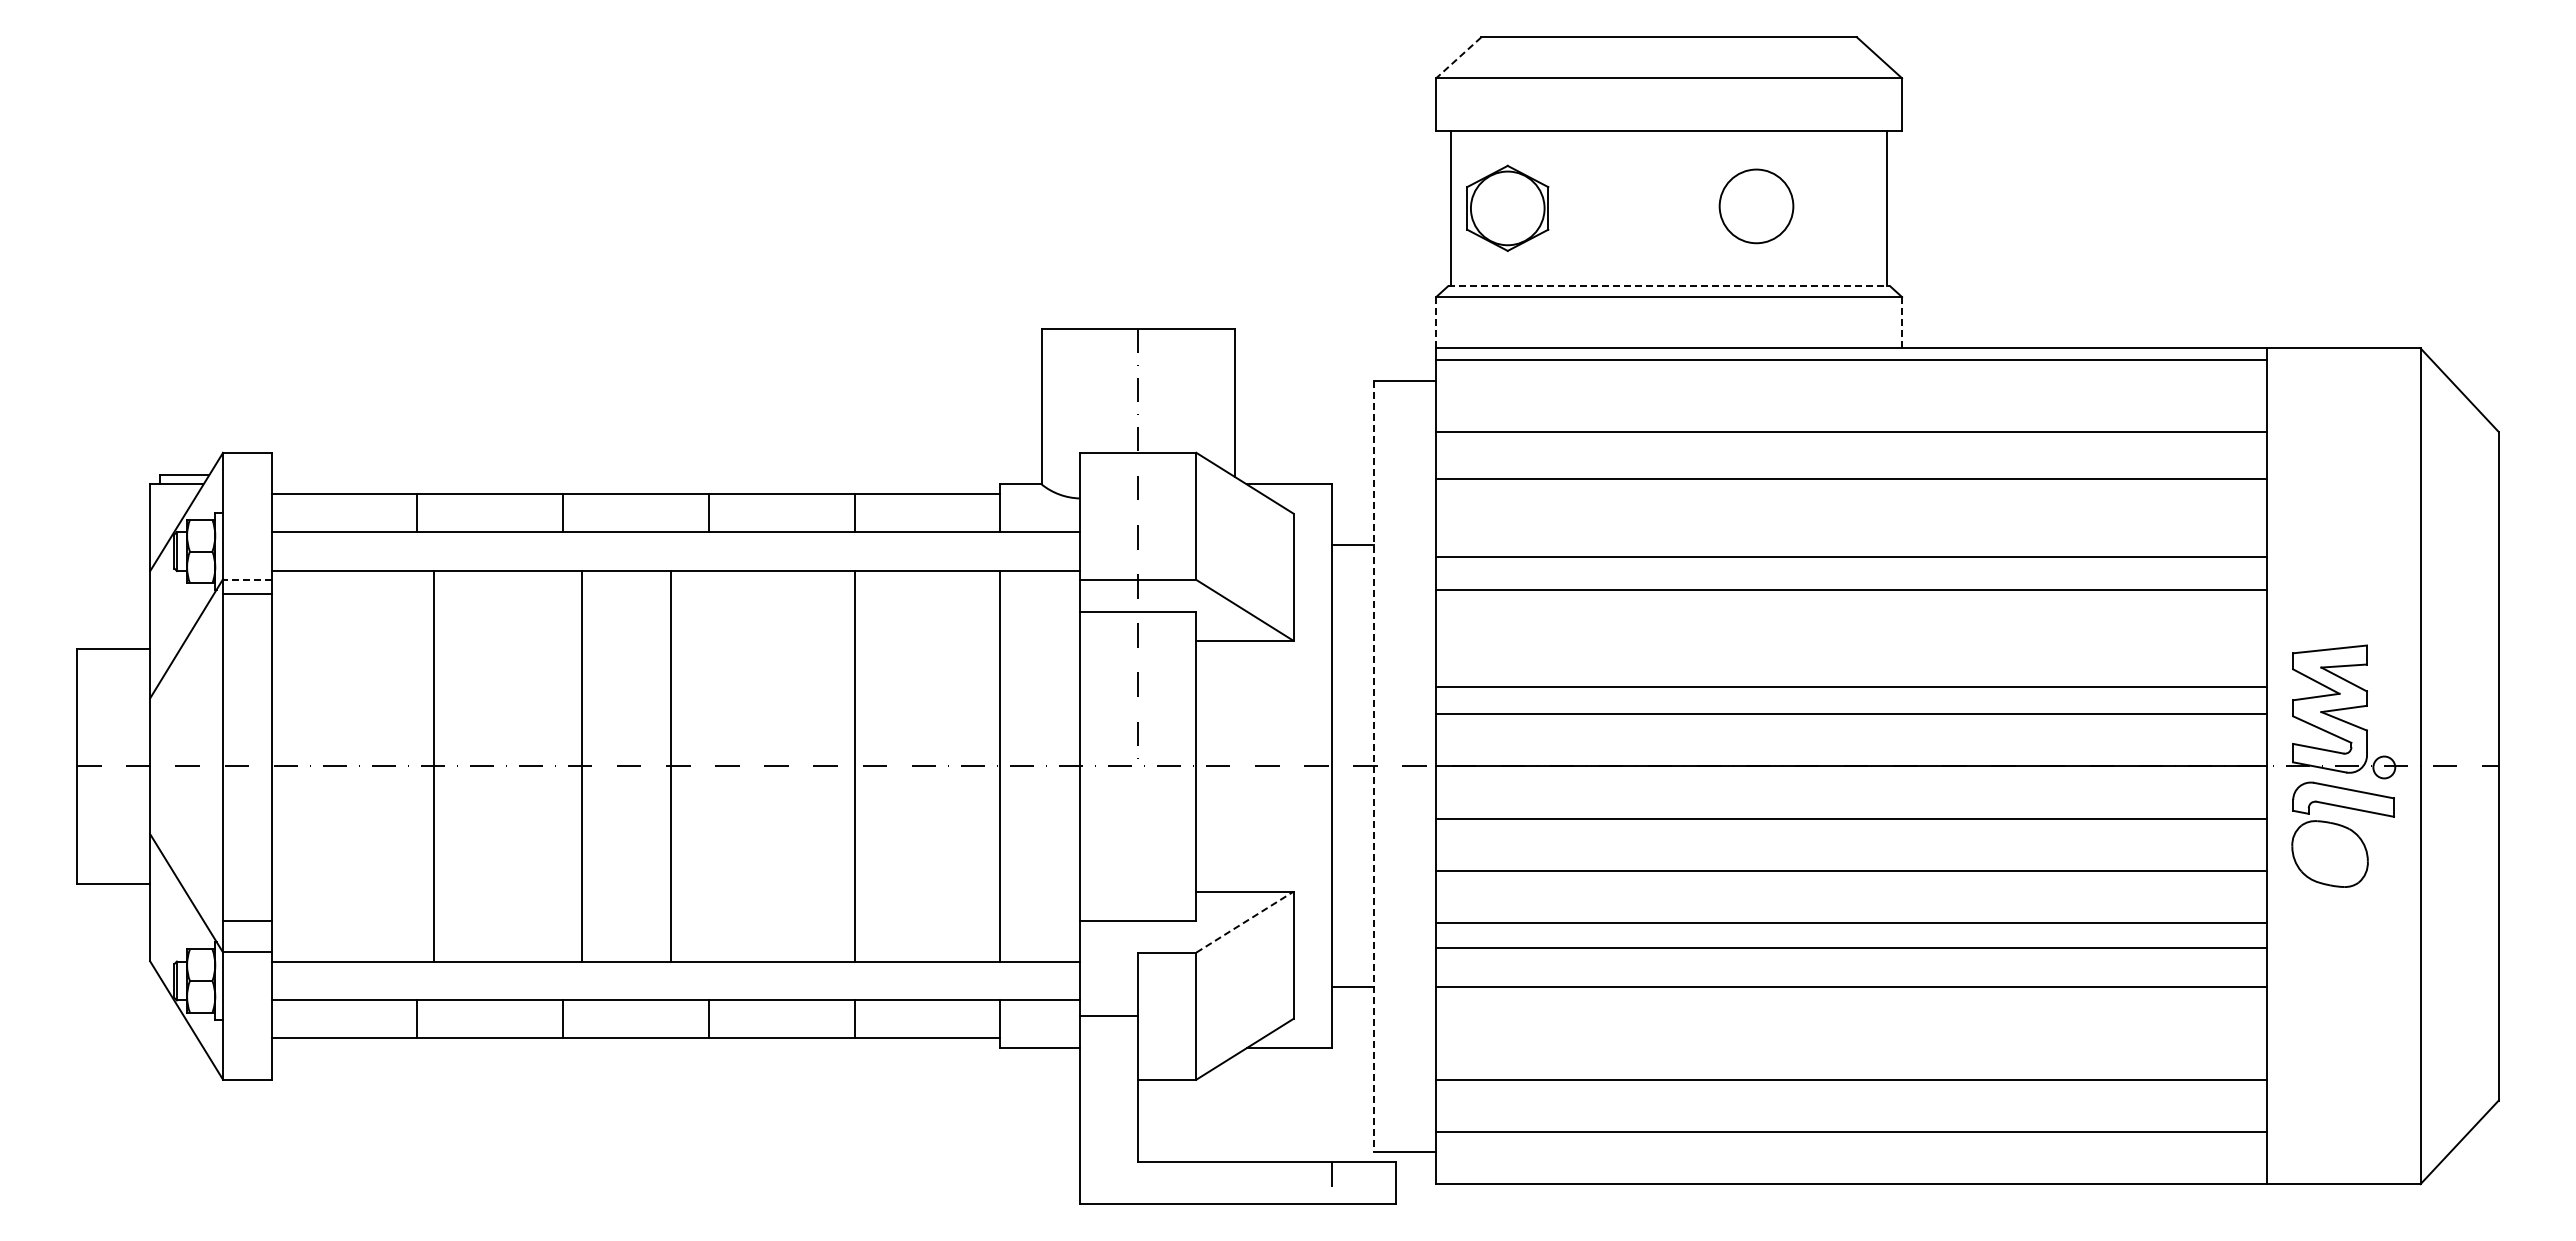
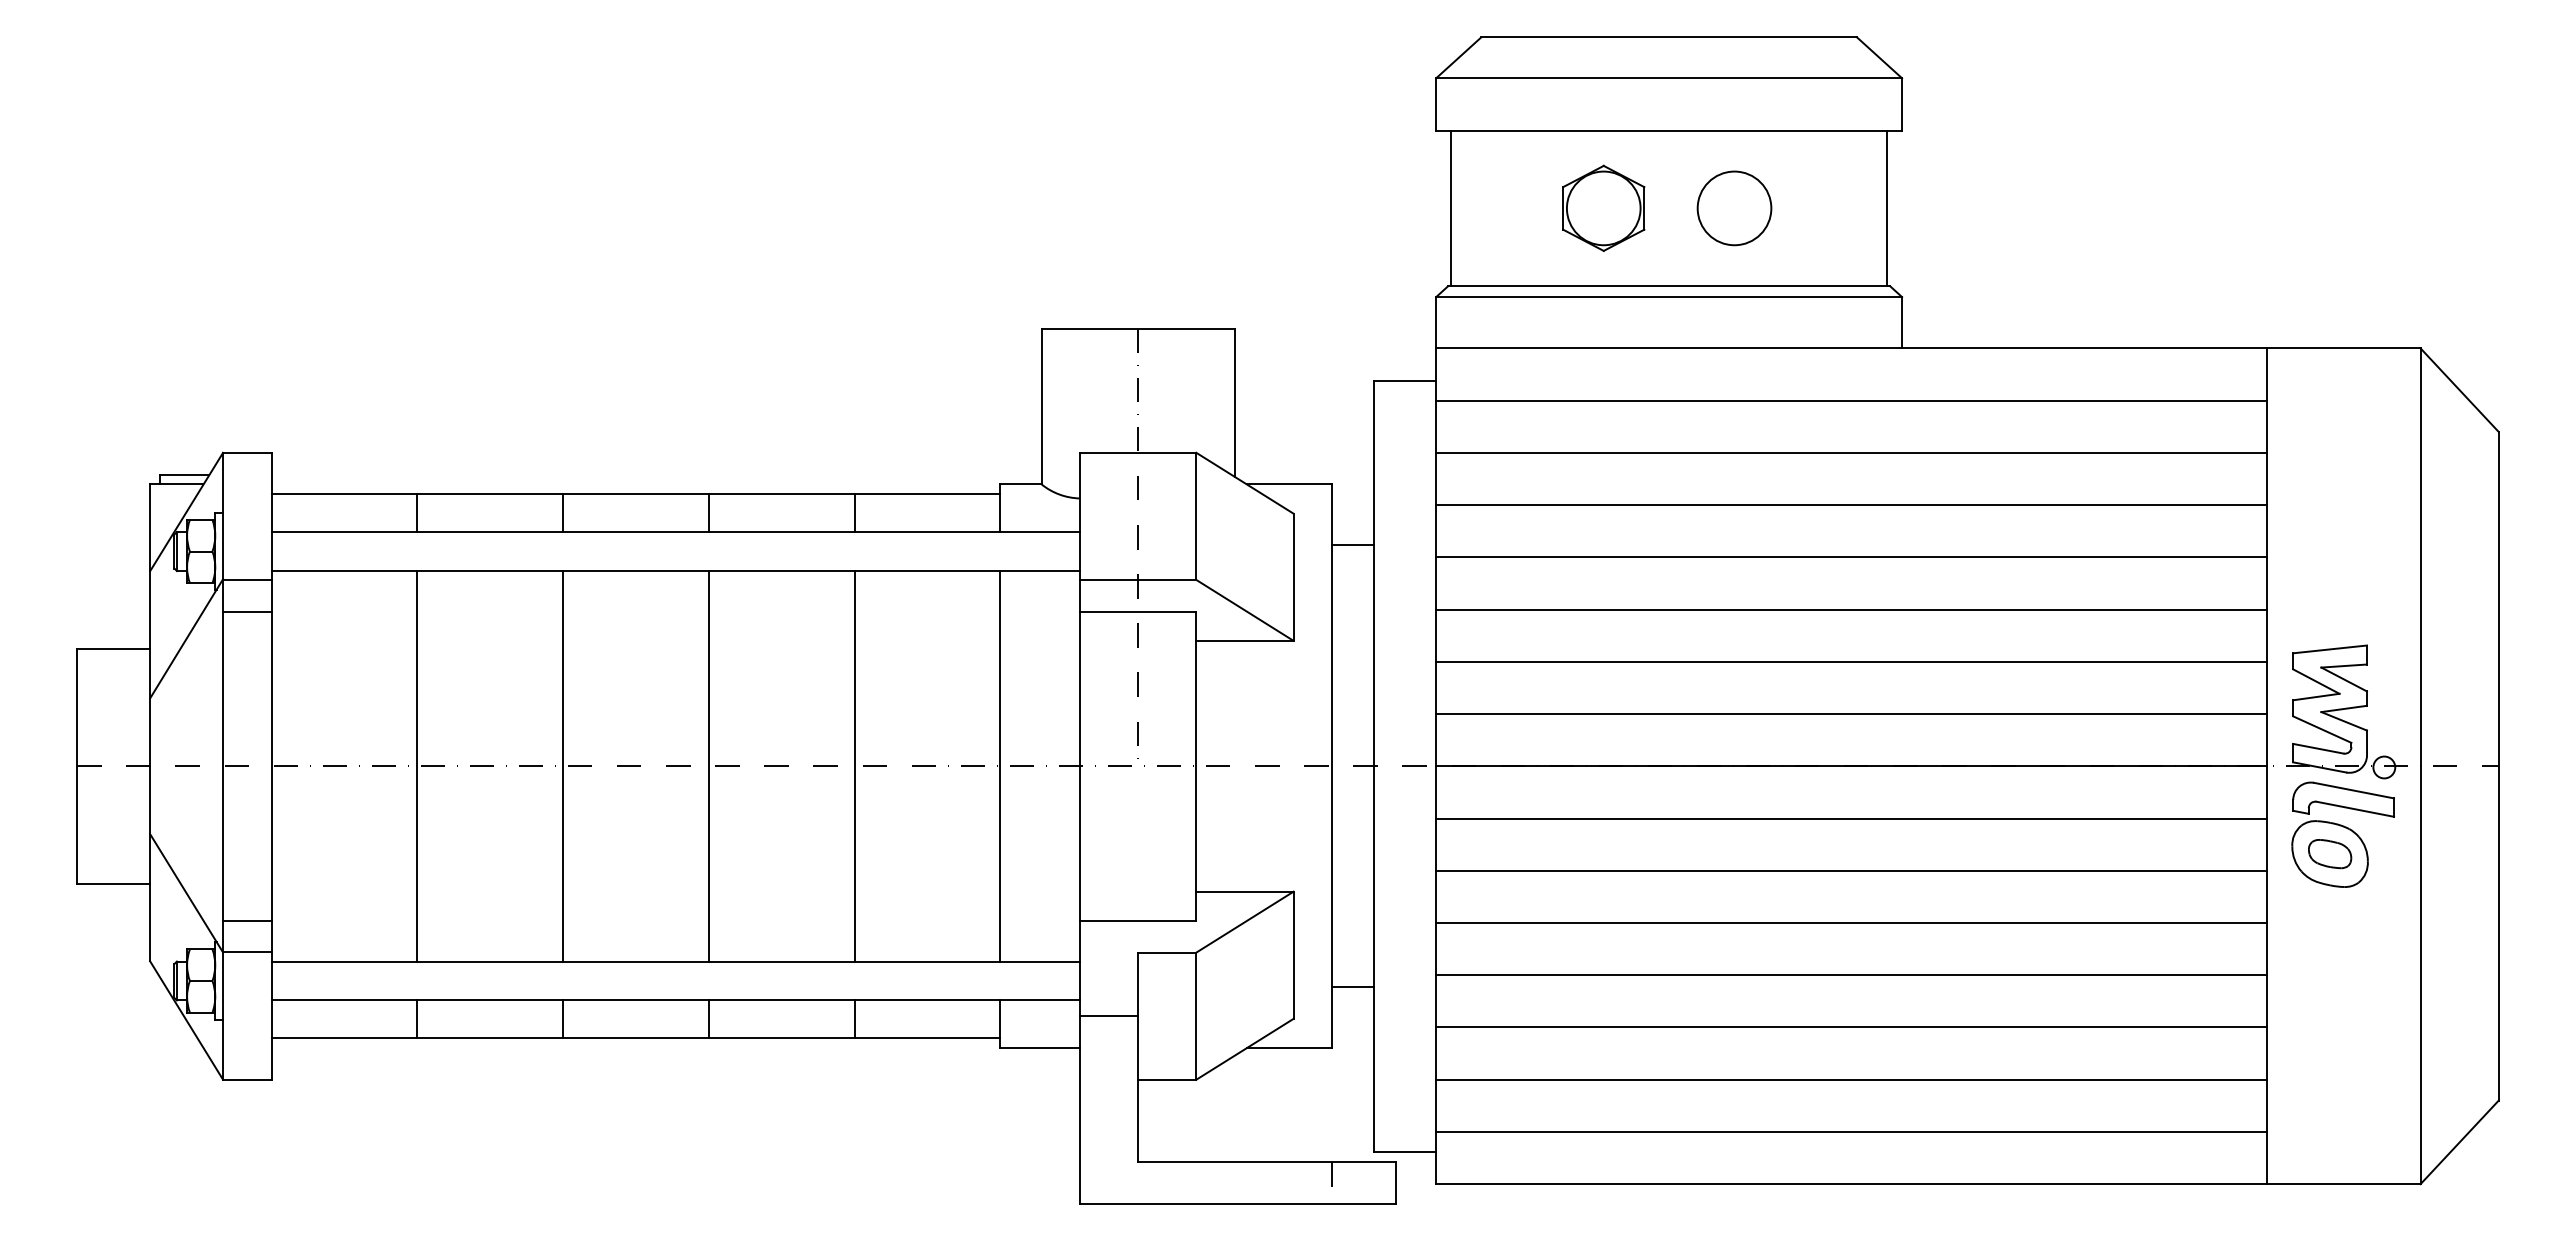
line at (1458, 58): dashed -> solid
circle at (1756, 206) position: (1756, 206) -> (1734, 208)
part at (1507, 207) position: (1507, 207) -> (1603, 207)
line at (1669, 286): dashed -> solid
line at (1436, 322): dashed -> solid
line at (1902, 322): dashed -> solid
line at (1851, 359) position: (1851, 359) -> (1851, 400)
line at (1851, 431) position: (1851, 431) -> (1851, 452)
line at (1851, 479) position: (1851, 479) -> (1851, 505)
line at (246, 580): dashed -> solid
line at (1851, 589) position: (1851, 589) -> (1851, 609)
line at (247, 593) position: (247, 593) -> (247, 611)
line at (1851, 686) position: (1851, 686) -> (1851, 661)
line at (434, 765) position: (434, 765) -> (417, 765)
line at (582, 765) position: (582, 765) -> (563, 765)
line at (671, 765) position: (671, 765) -> (709, 765)
line at (1373, 766): dashed -> solid
part at (2330, 854): none -> present
line at (1245, 921): dashed -> solid
line at (1851, 948) position: (1851, 948) -> (1851, 975)
line at (1851, 987) position: (1851, 987) -> (1851, 1027)
